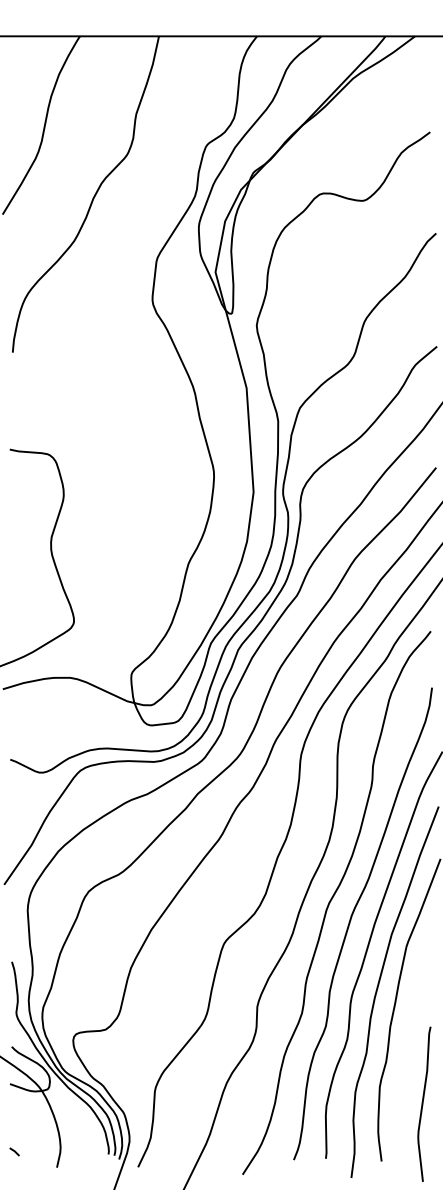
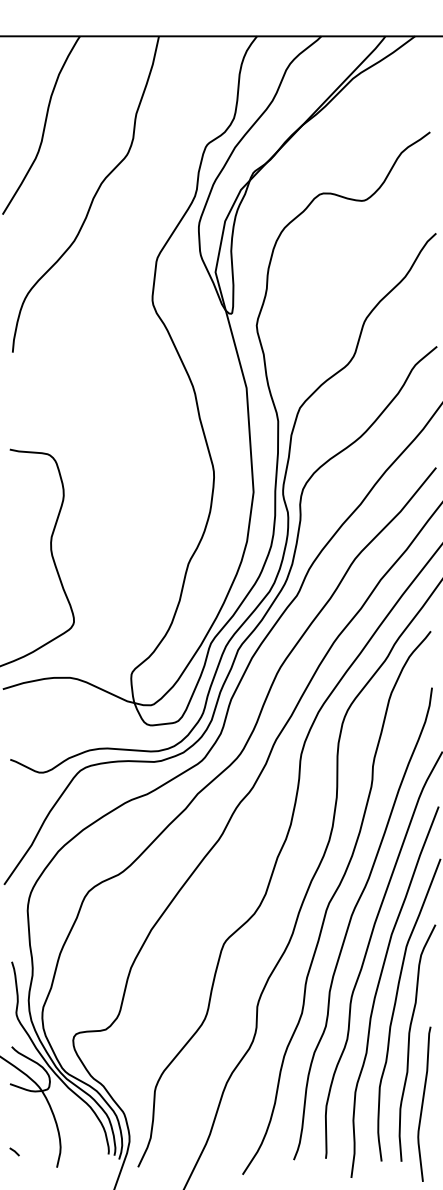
curve at (409, 1042): none -> present
